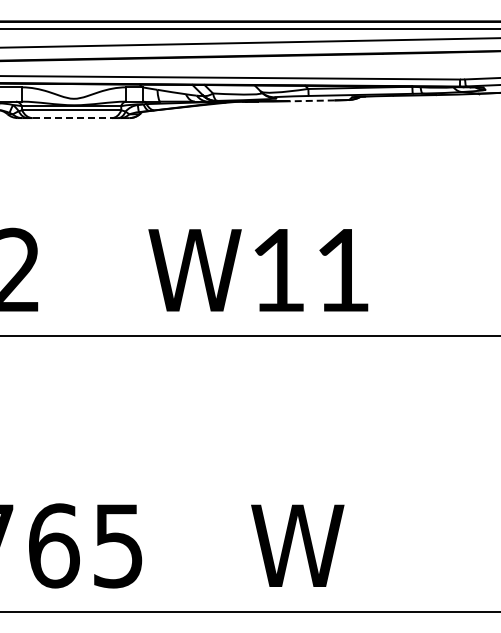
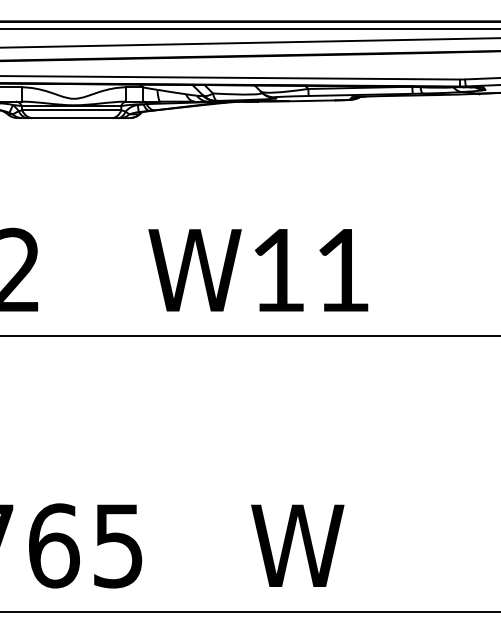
line at (311, 100): dashed -> solid
line at (72, 118): dashed -> solid
